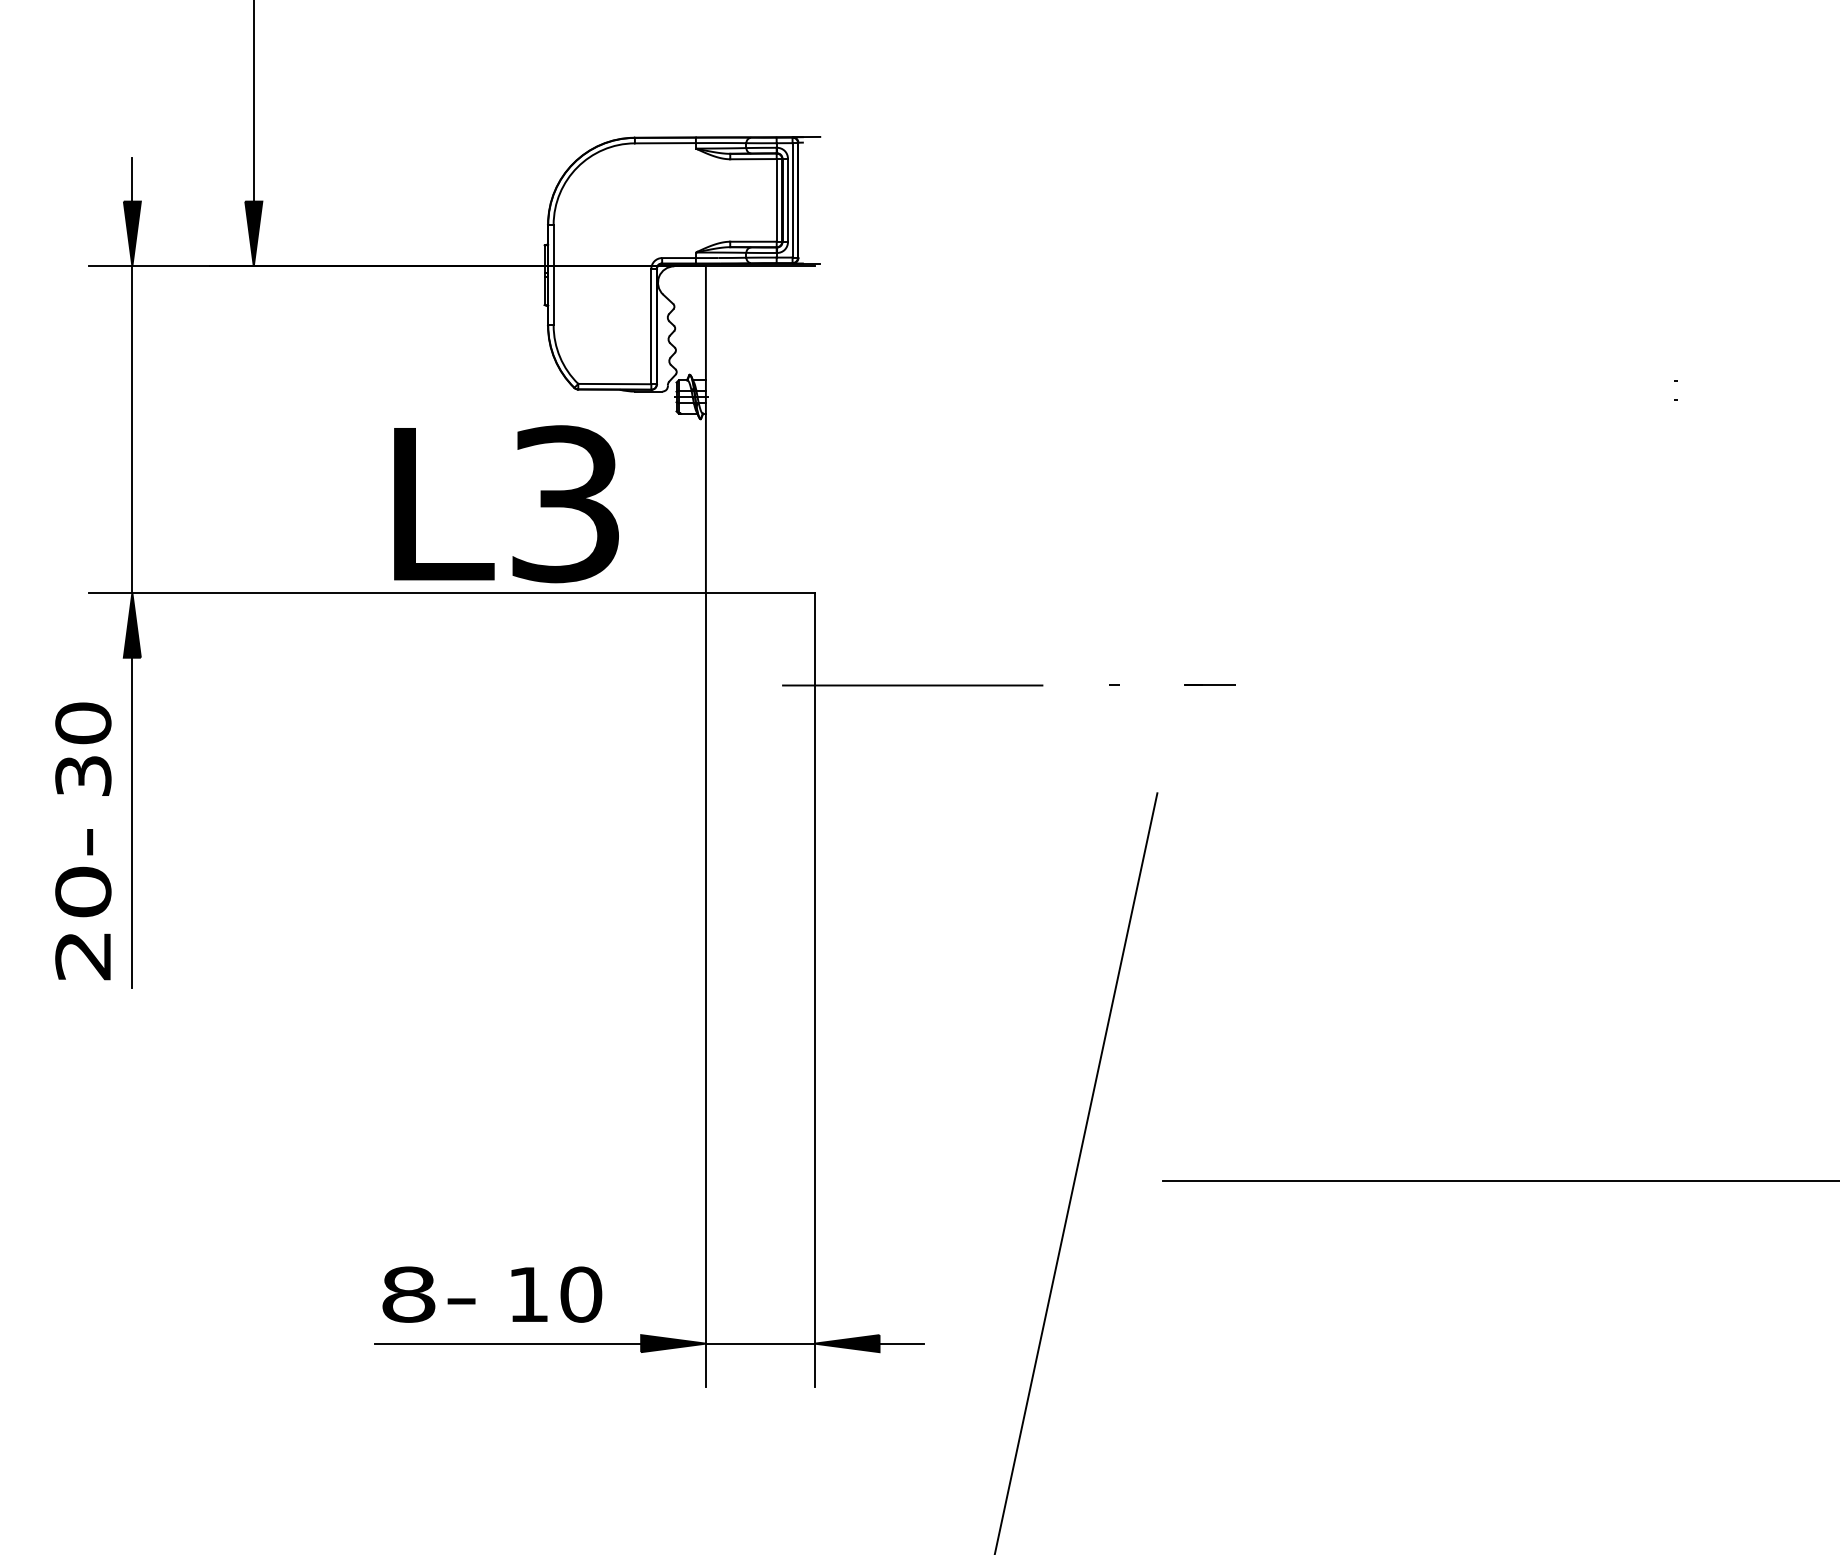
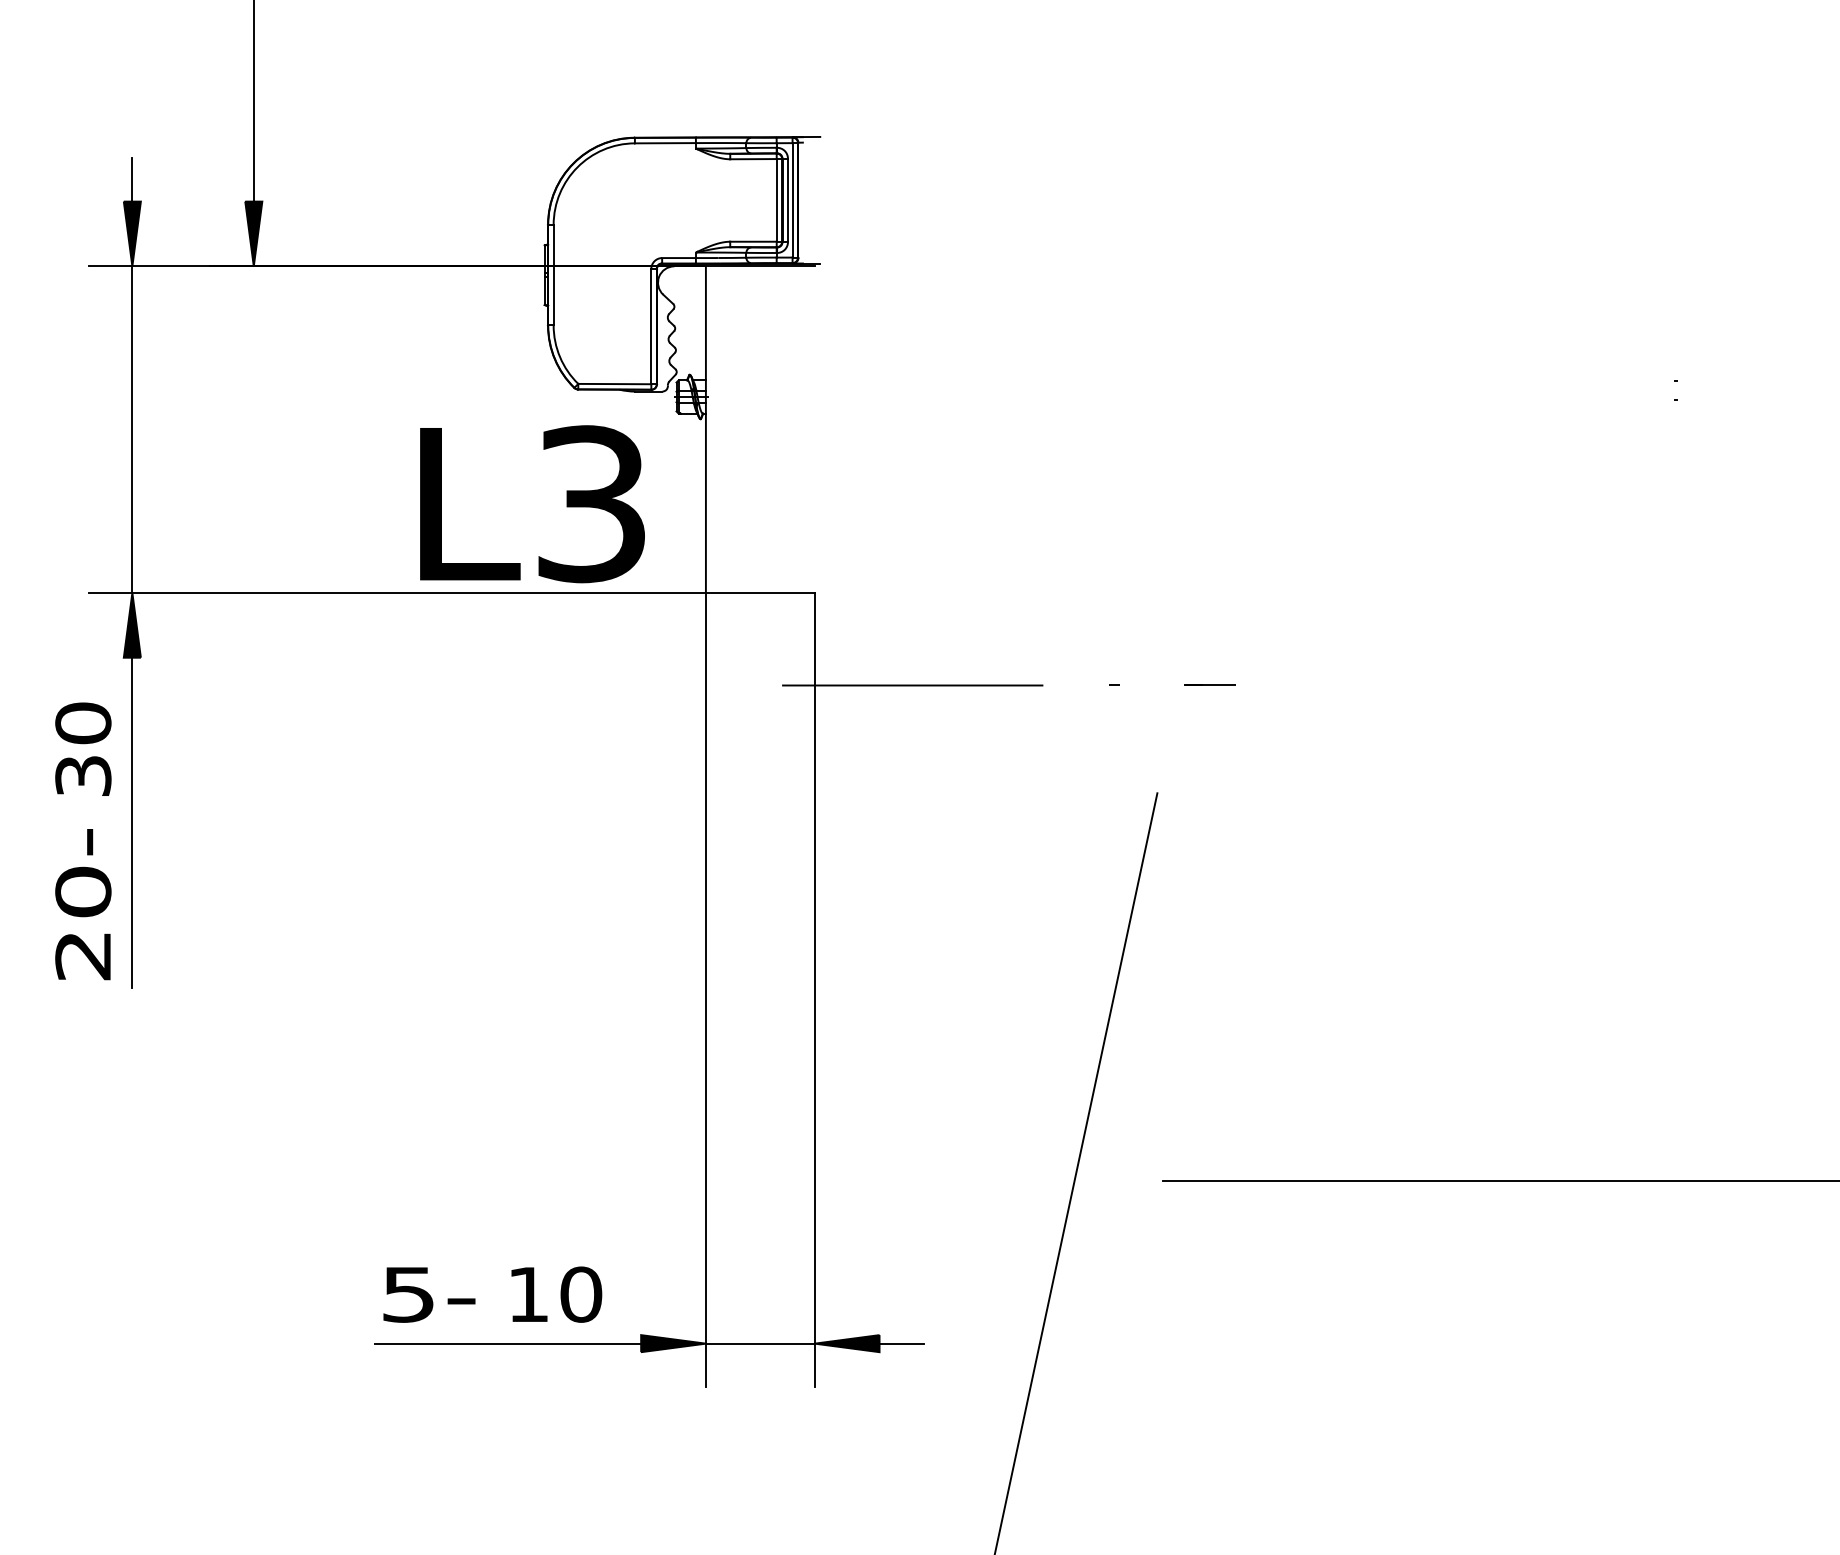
text at (506, 504) position: (506, 504) -> (532, 504)
text at (408, 1294): 8- -> 5-
